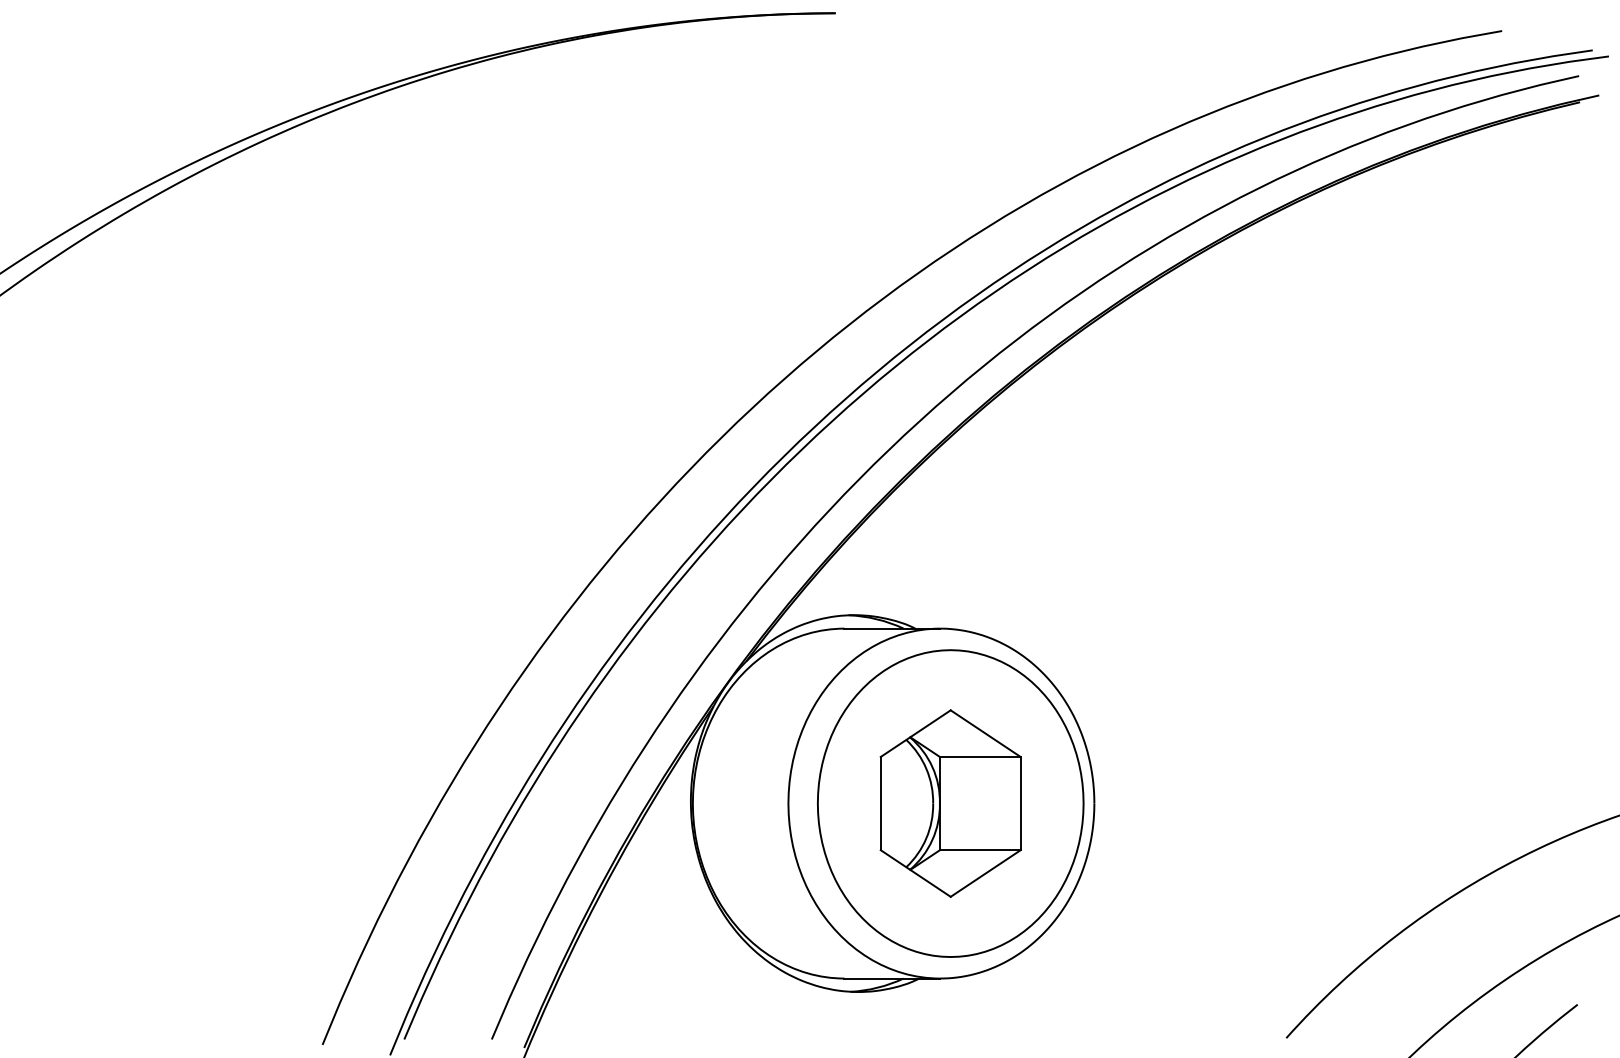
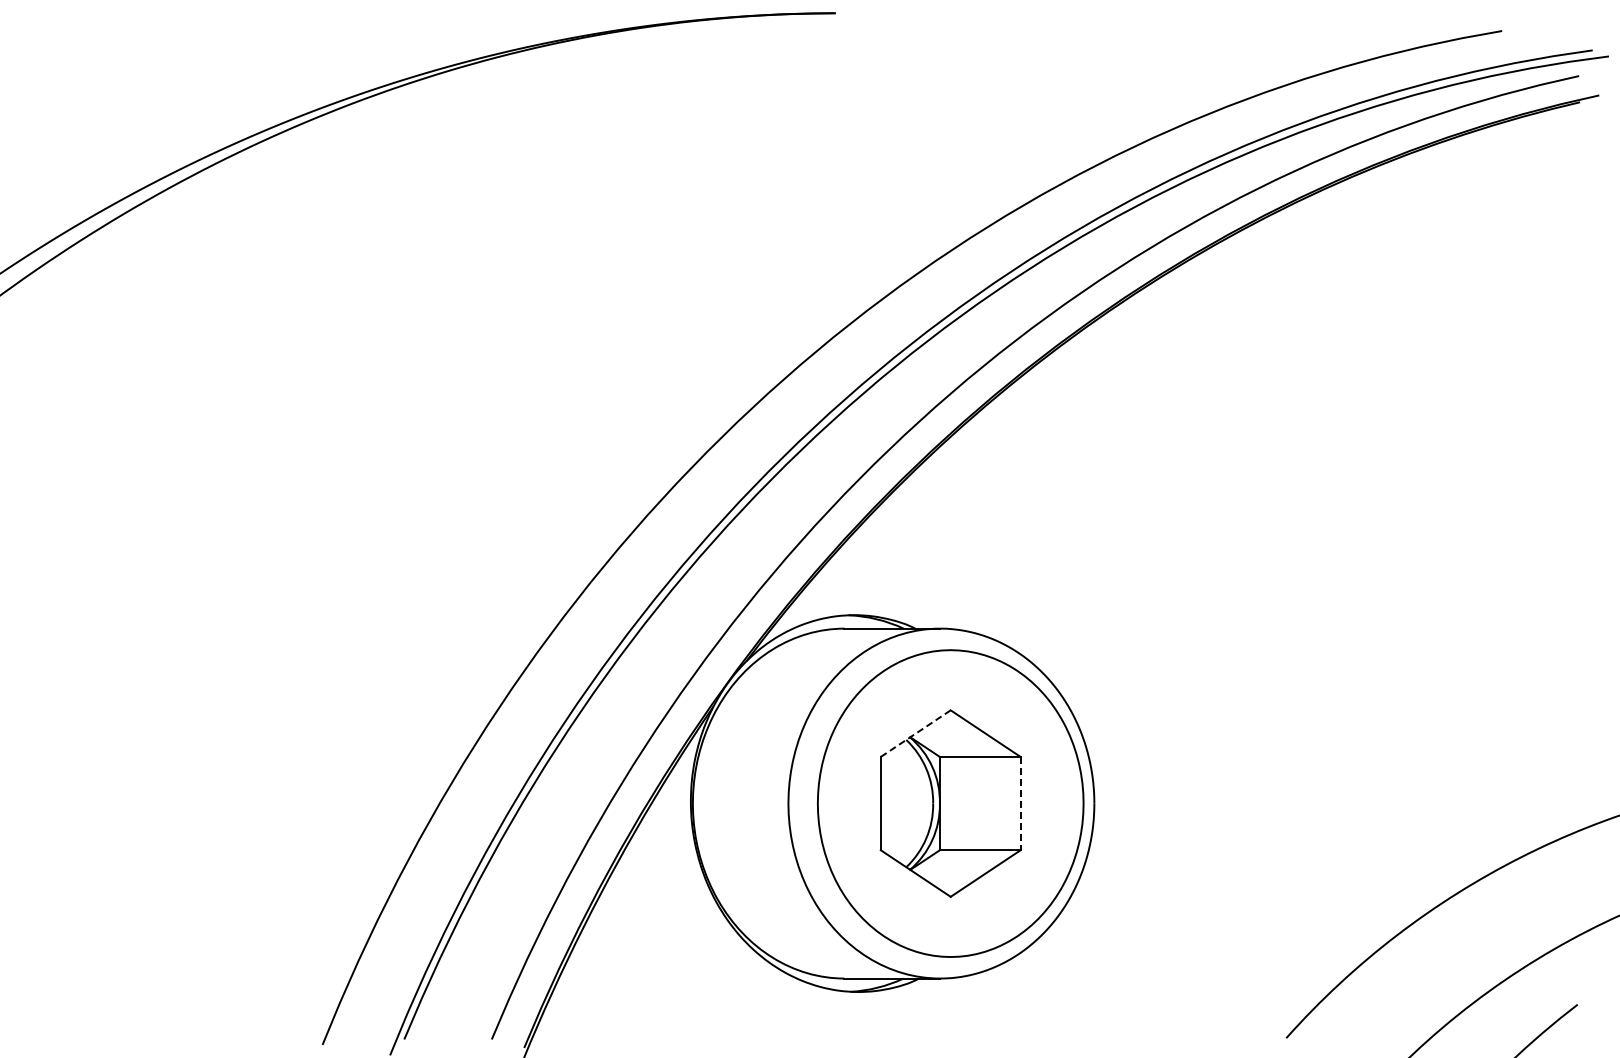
line at (916, 733): solid -> dashed
line at (1020, 803): solid -> dashed
